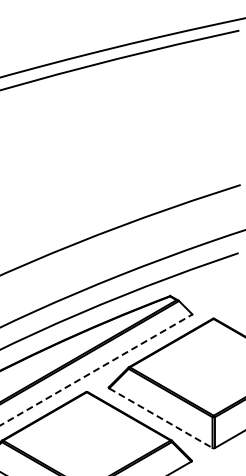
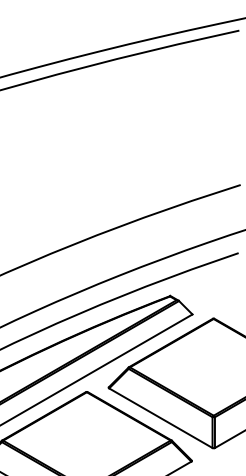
line at (96, 369): dashed -> solid
line at (160, 418): dashed -> solid
